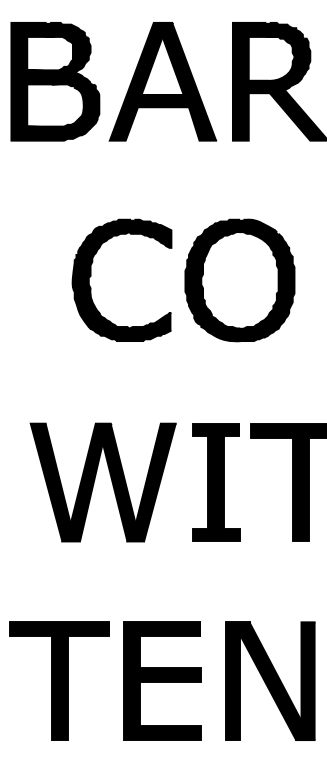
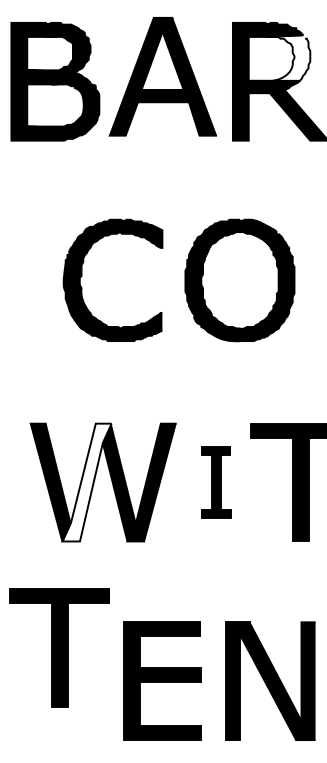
fill at (279, 57): present -> none
part at (162, 81) position: (162, 81) -> (162, 76)
part at (91, 276) position: (91, 276) -> (82, 276)
fill at (86, 482): present -> none
part at (216, 482) size: 49x119 px -> 31x73 px
part at (59, 680) position: (59, 680) -> (59, 647)
